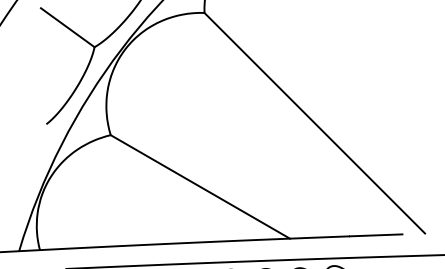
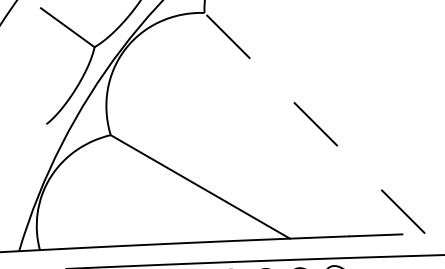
line at (314, 123): solid -> dashed
